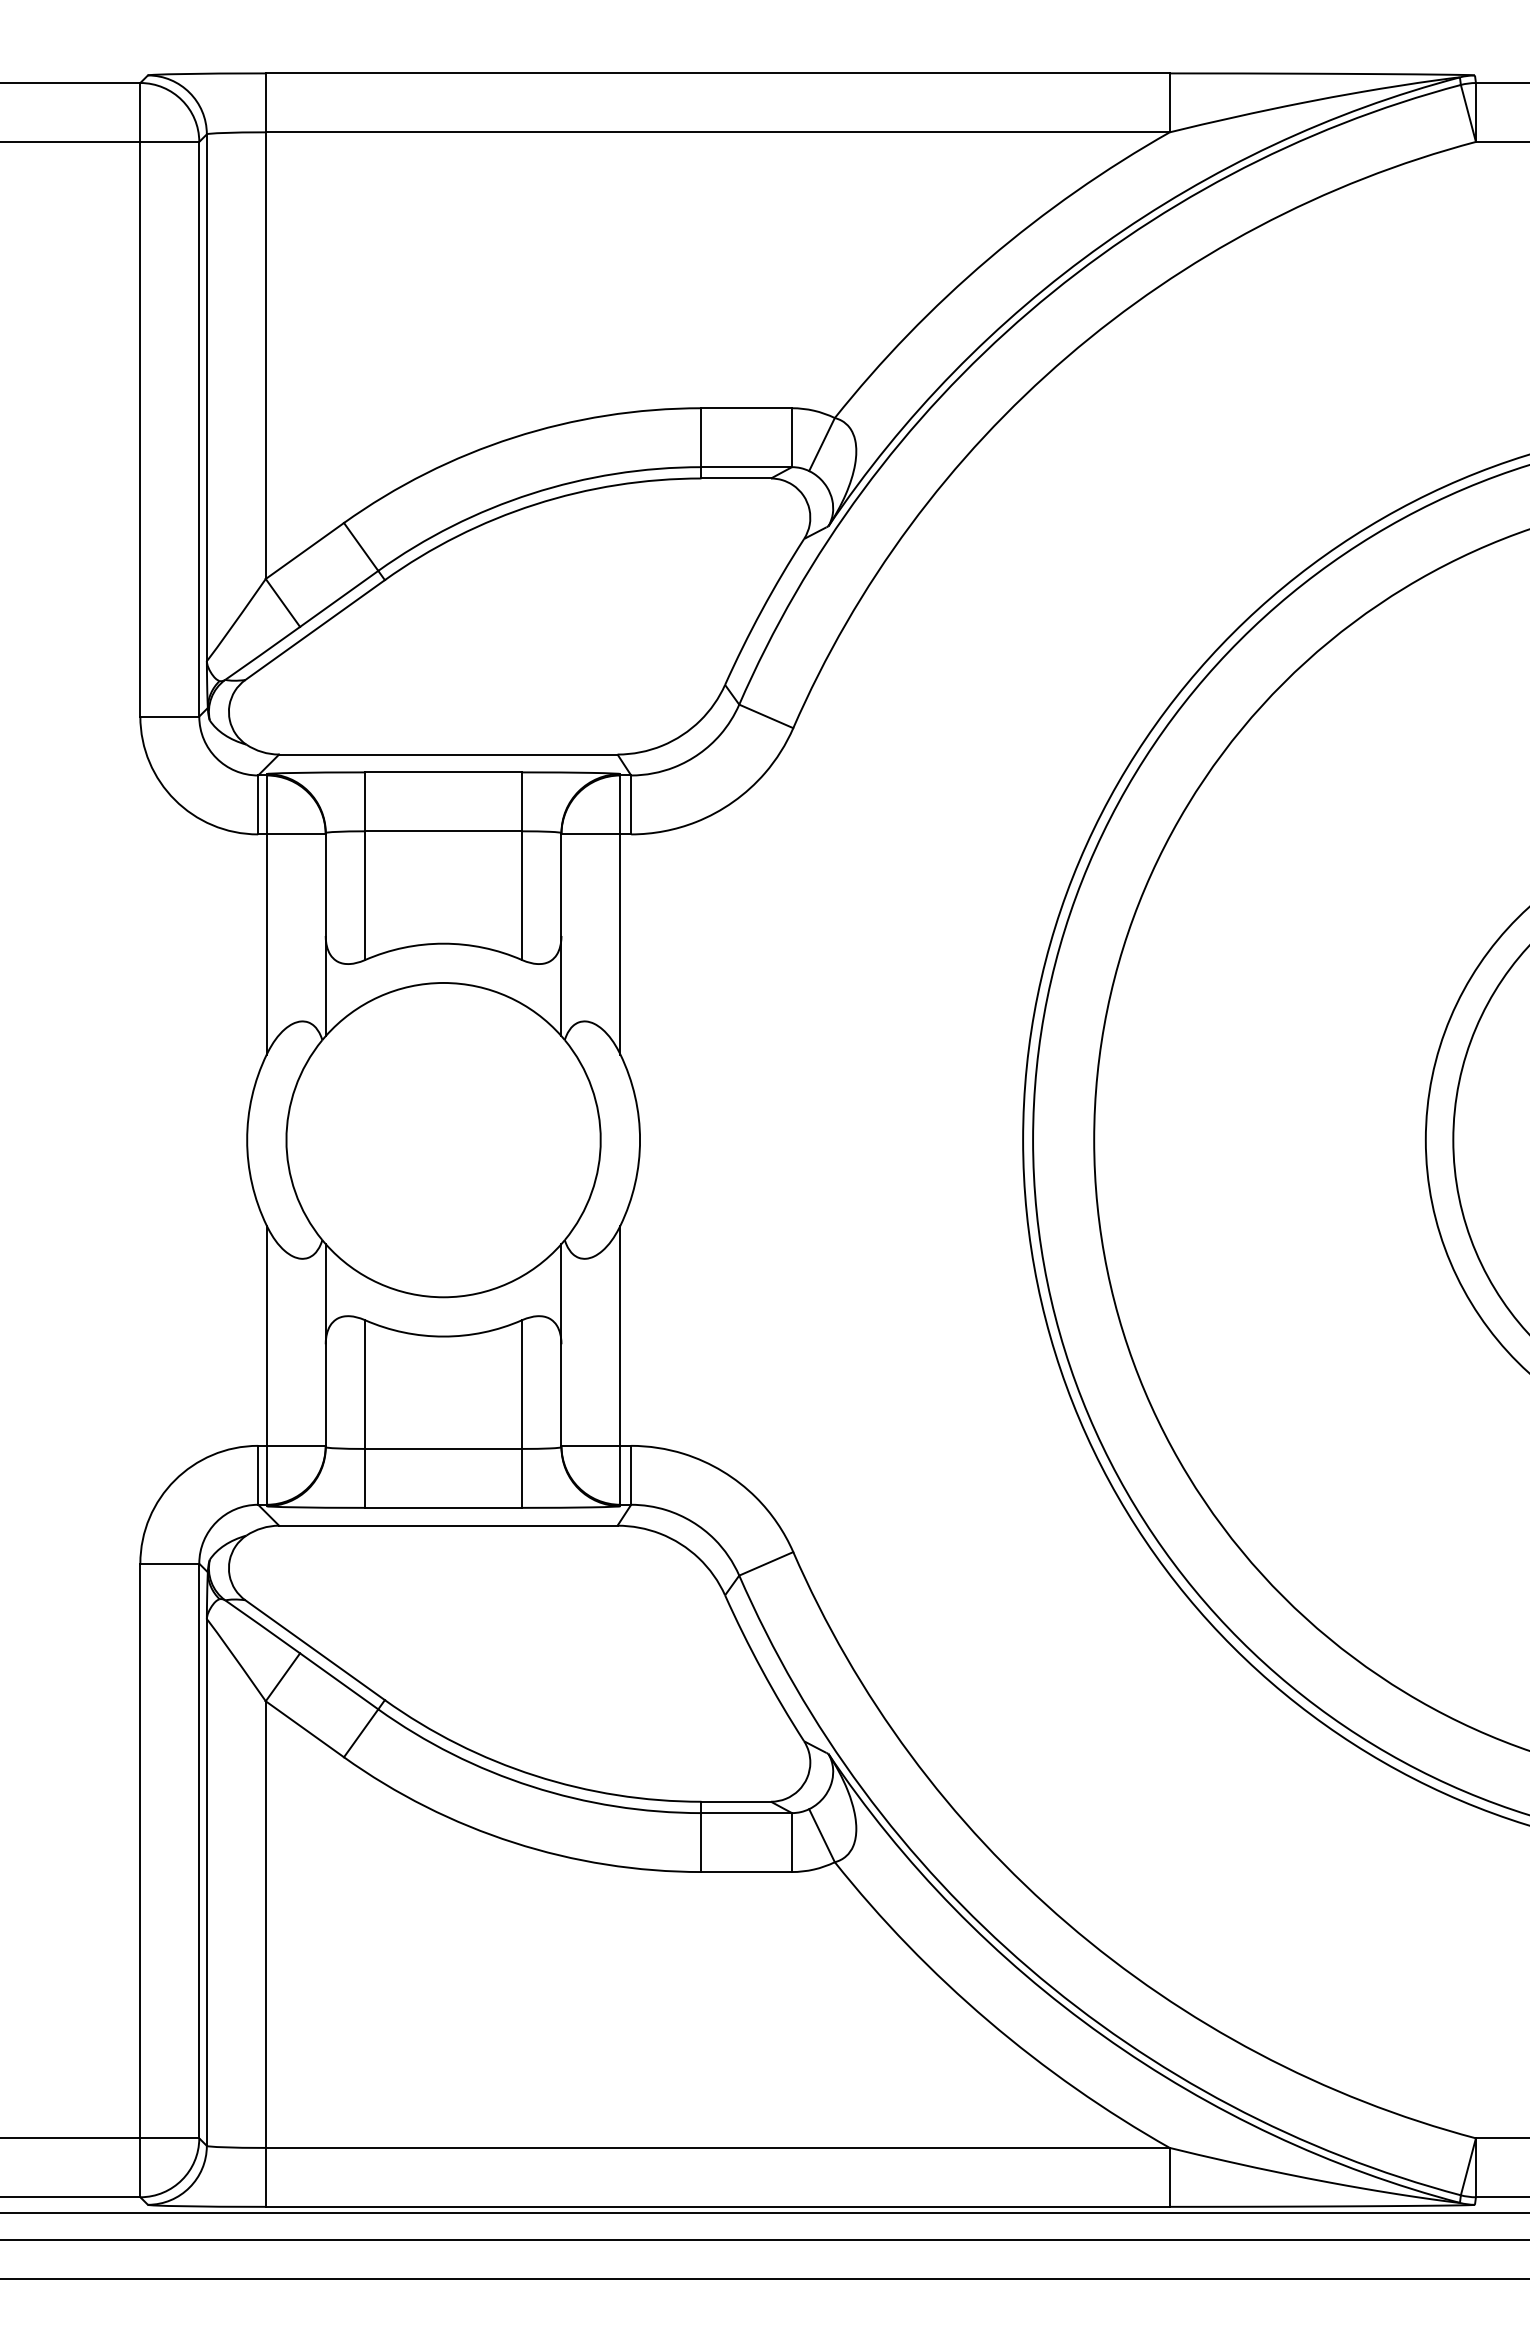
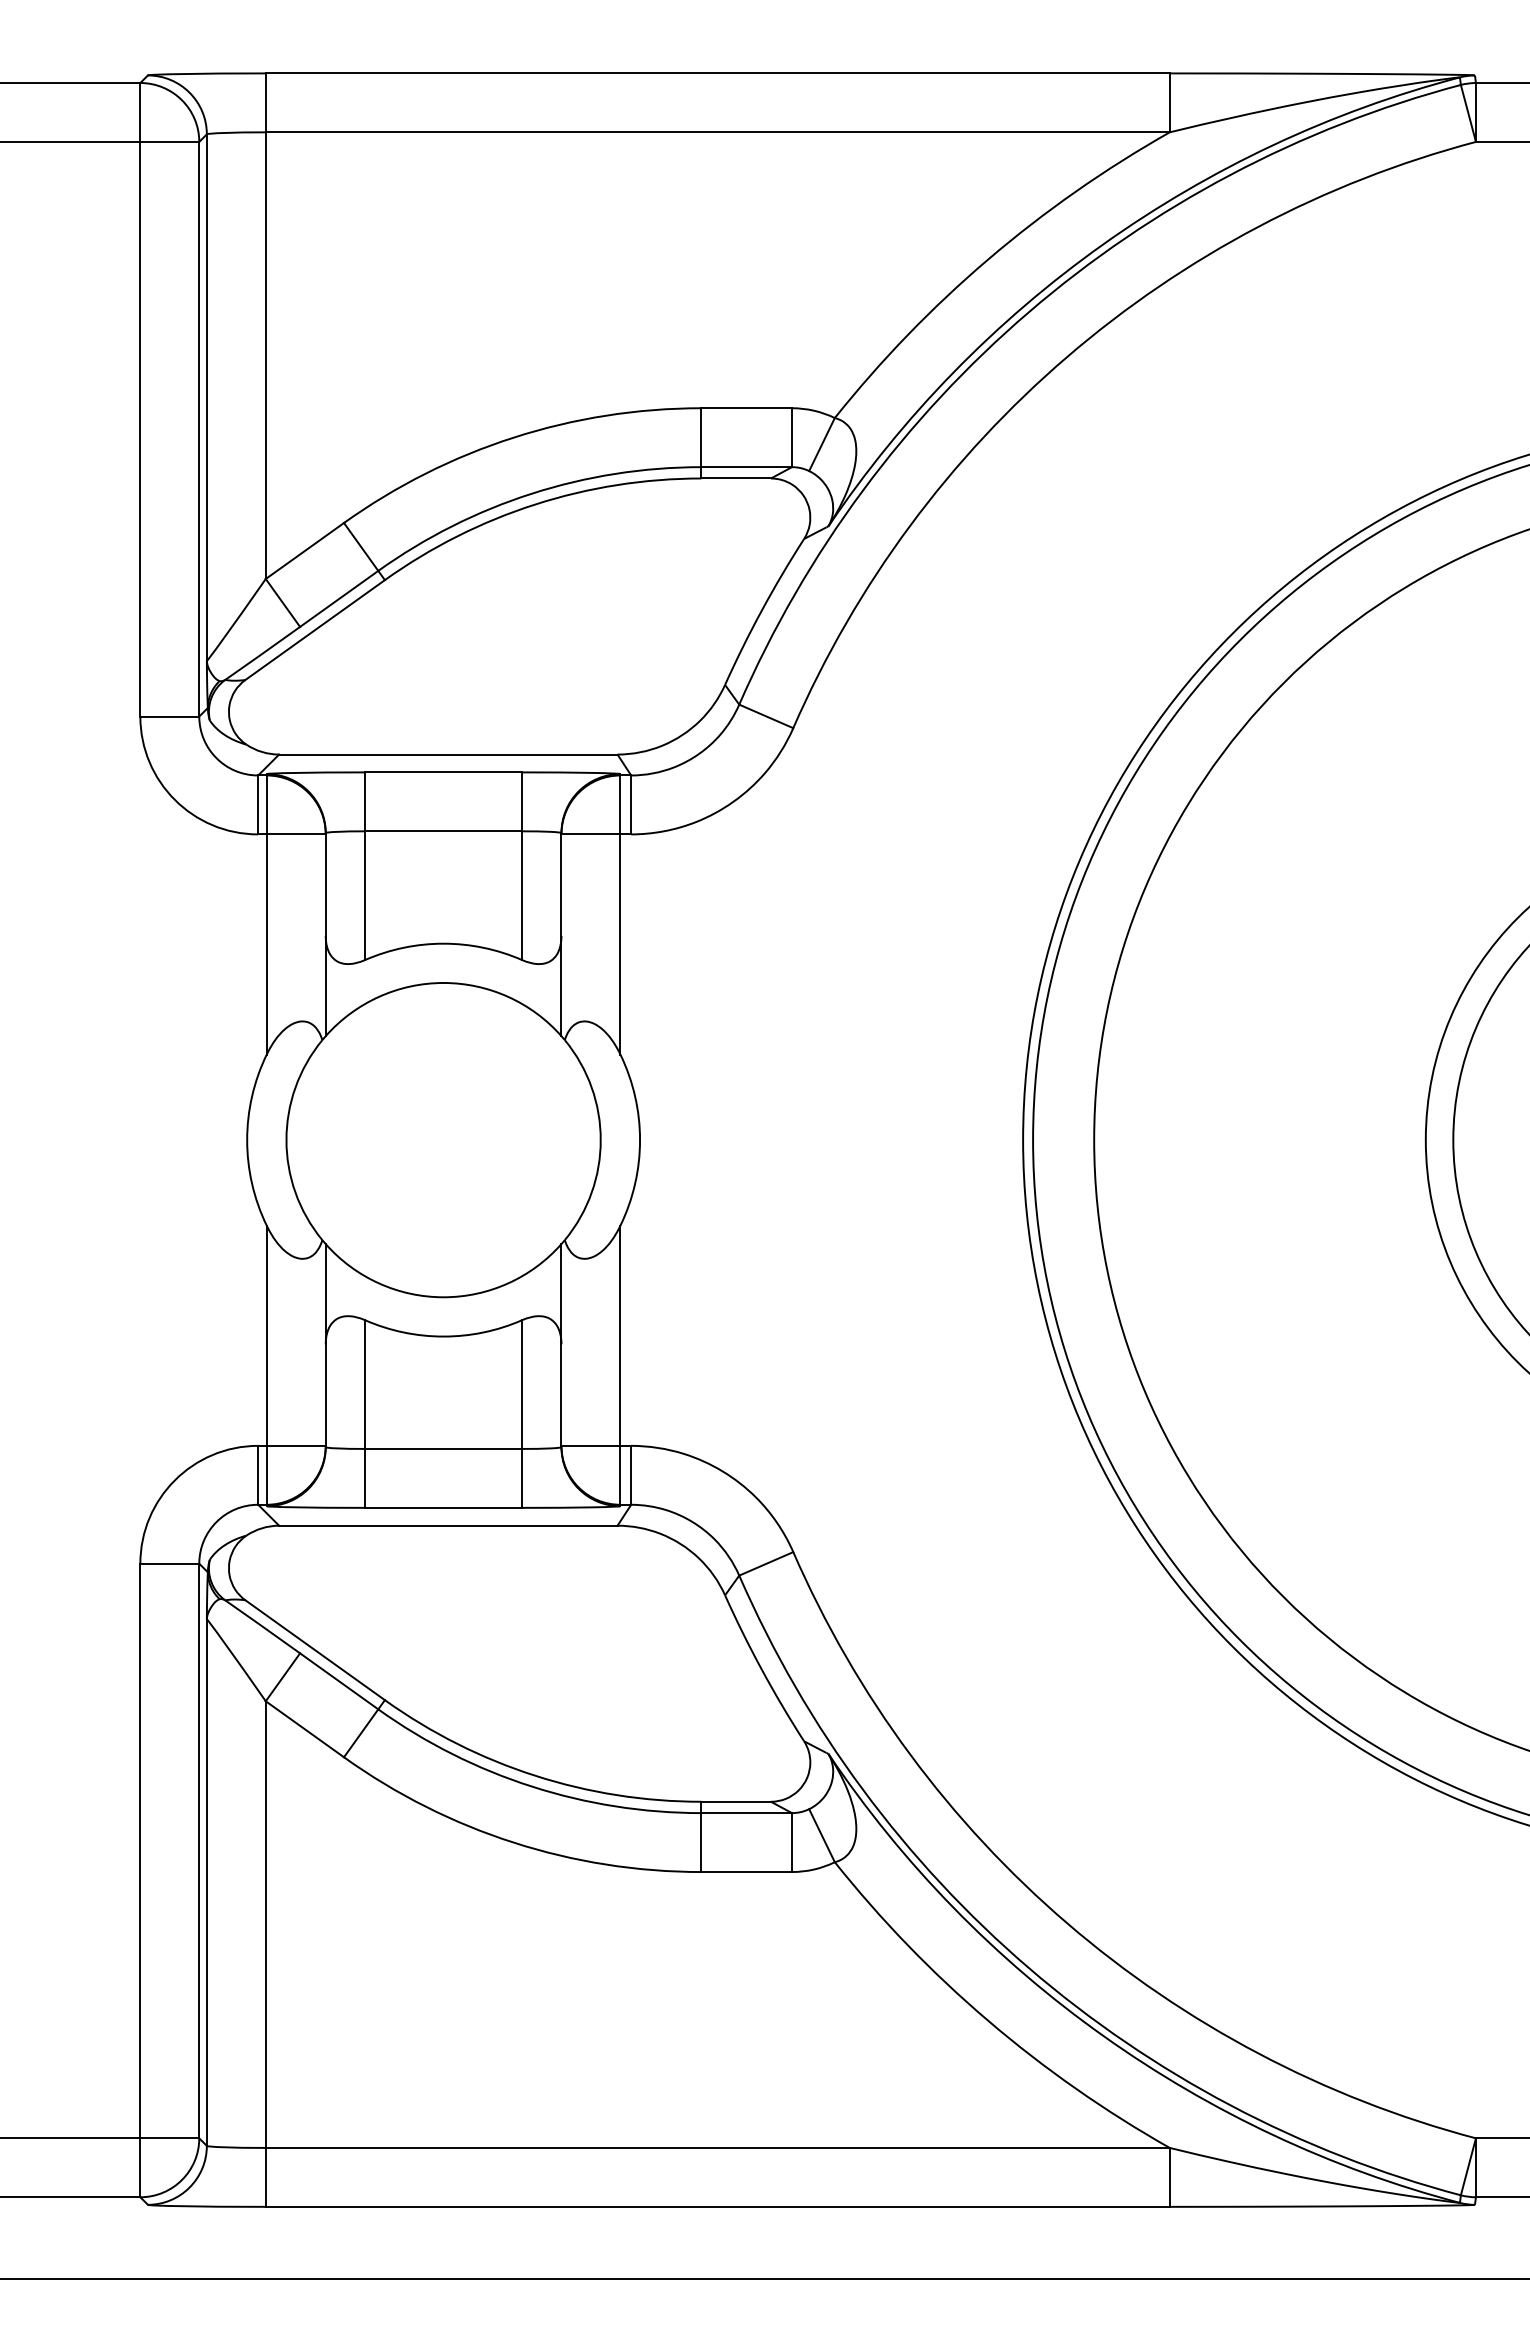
line at (764, 2212): present -> none
line at (764, 2240): present -> none
